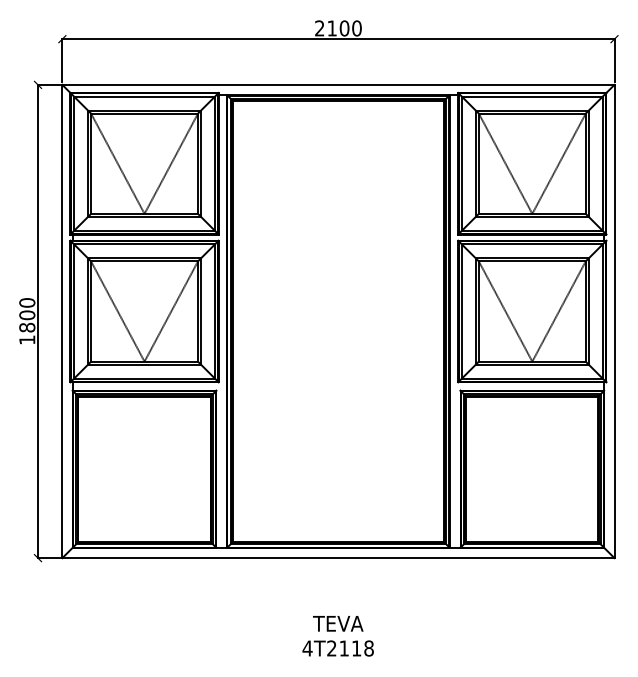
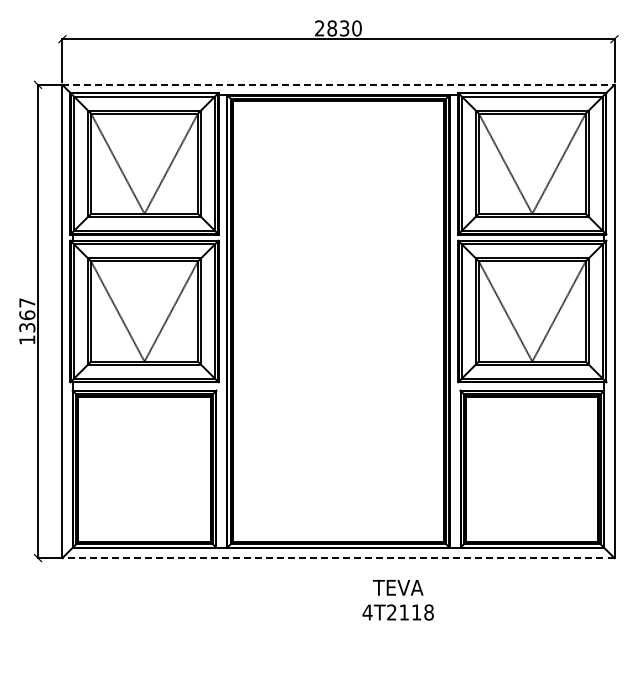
text at (338, 28): 2100 -> 2830
line at (338, 84): solid -> dashed
text at (27, 315): 1800 -> 1367
line at (337, 558): solid -> dashed
text at (337, 636) position: (337, 636) -> (397, 600)
